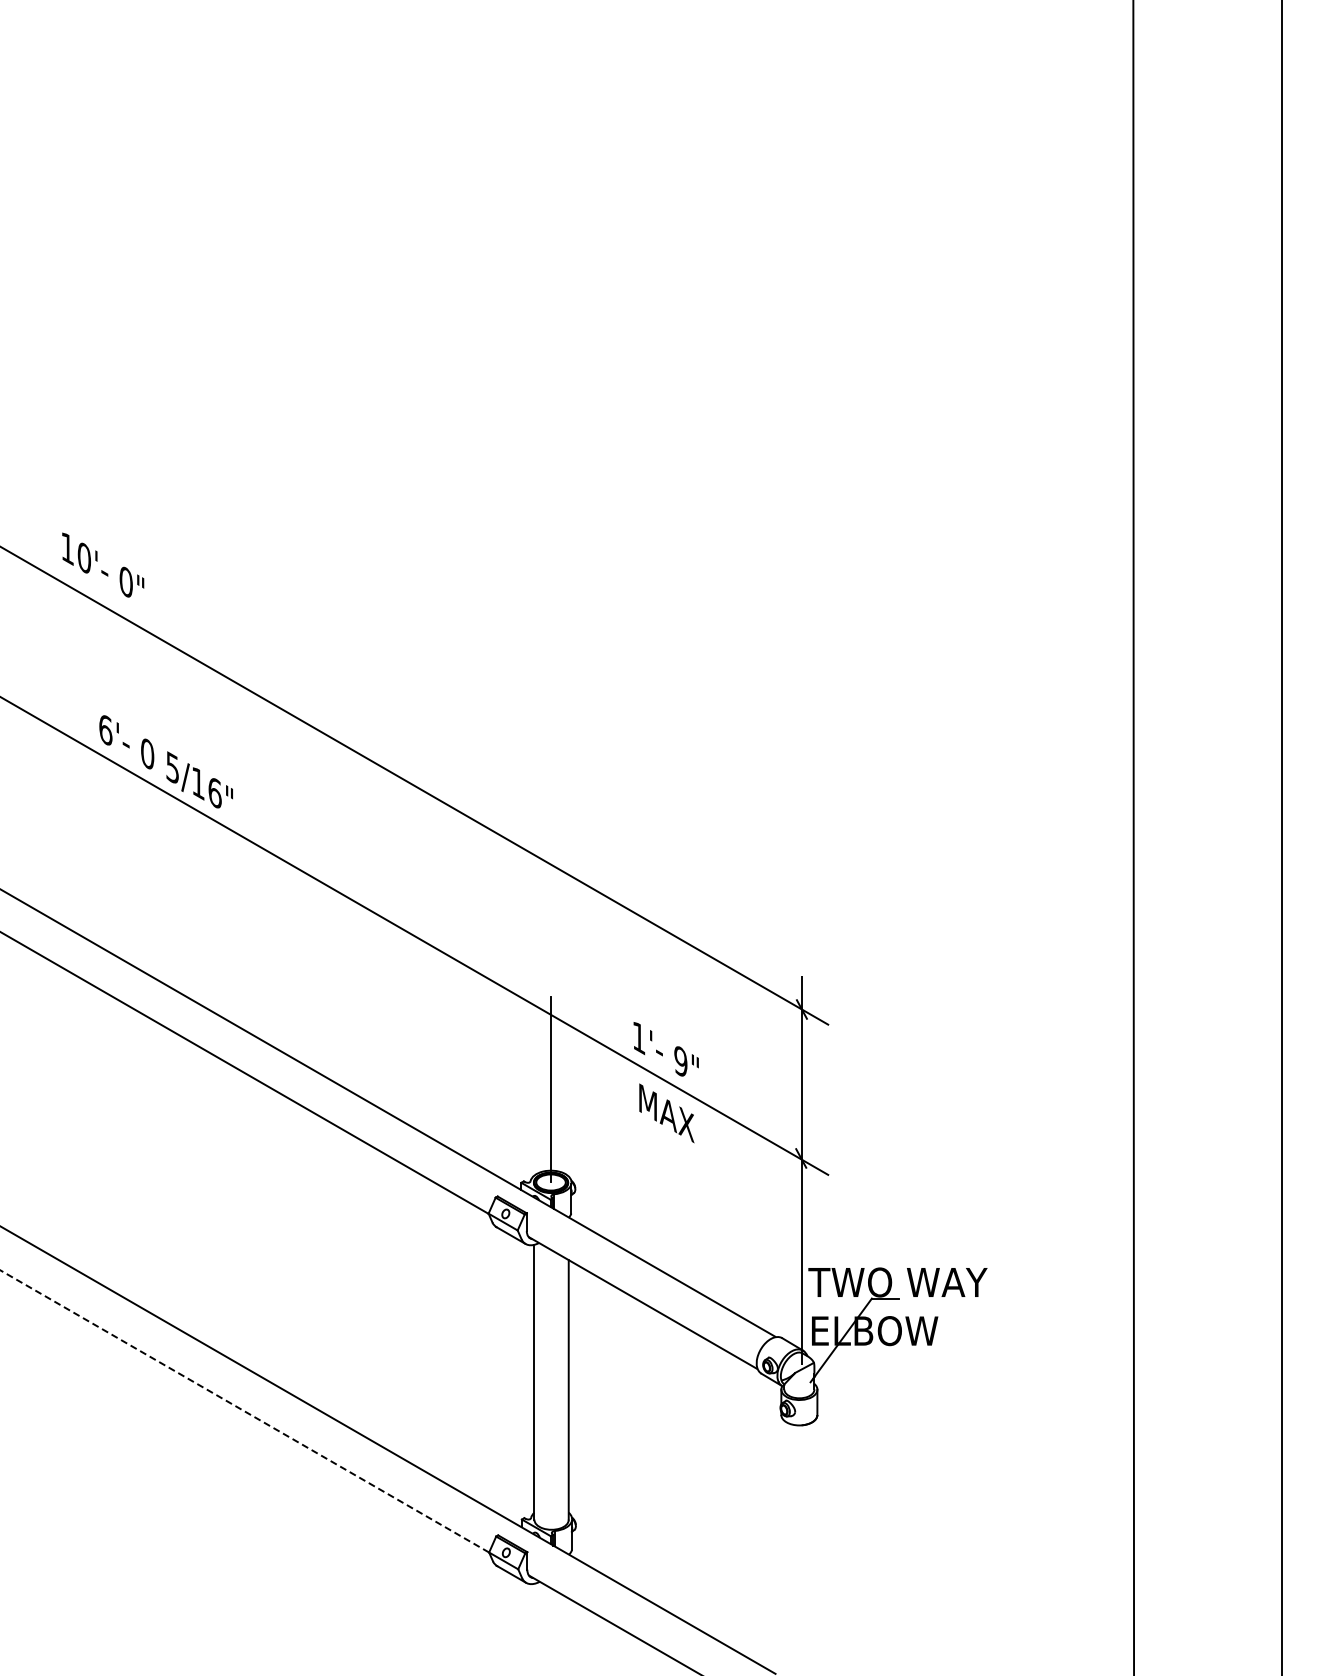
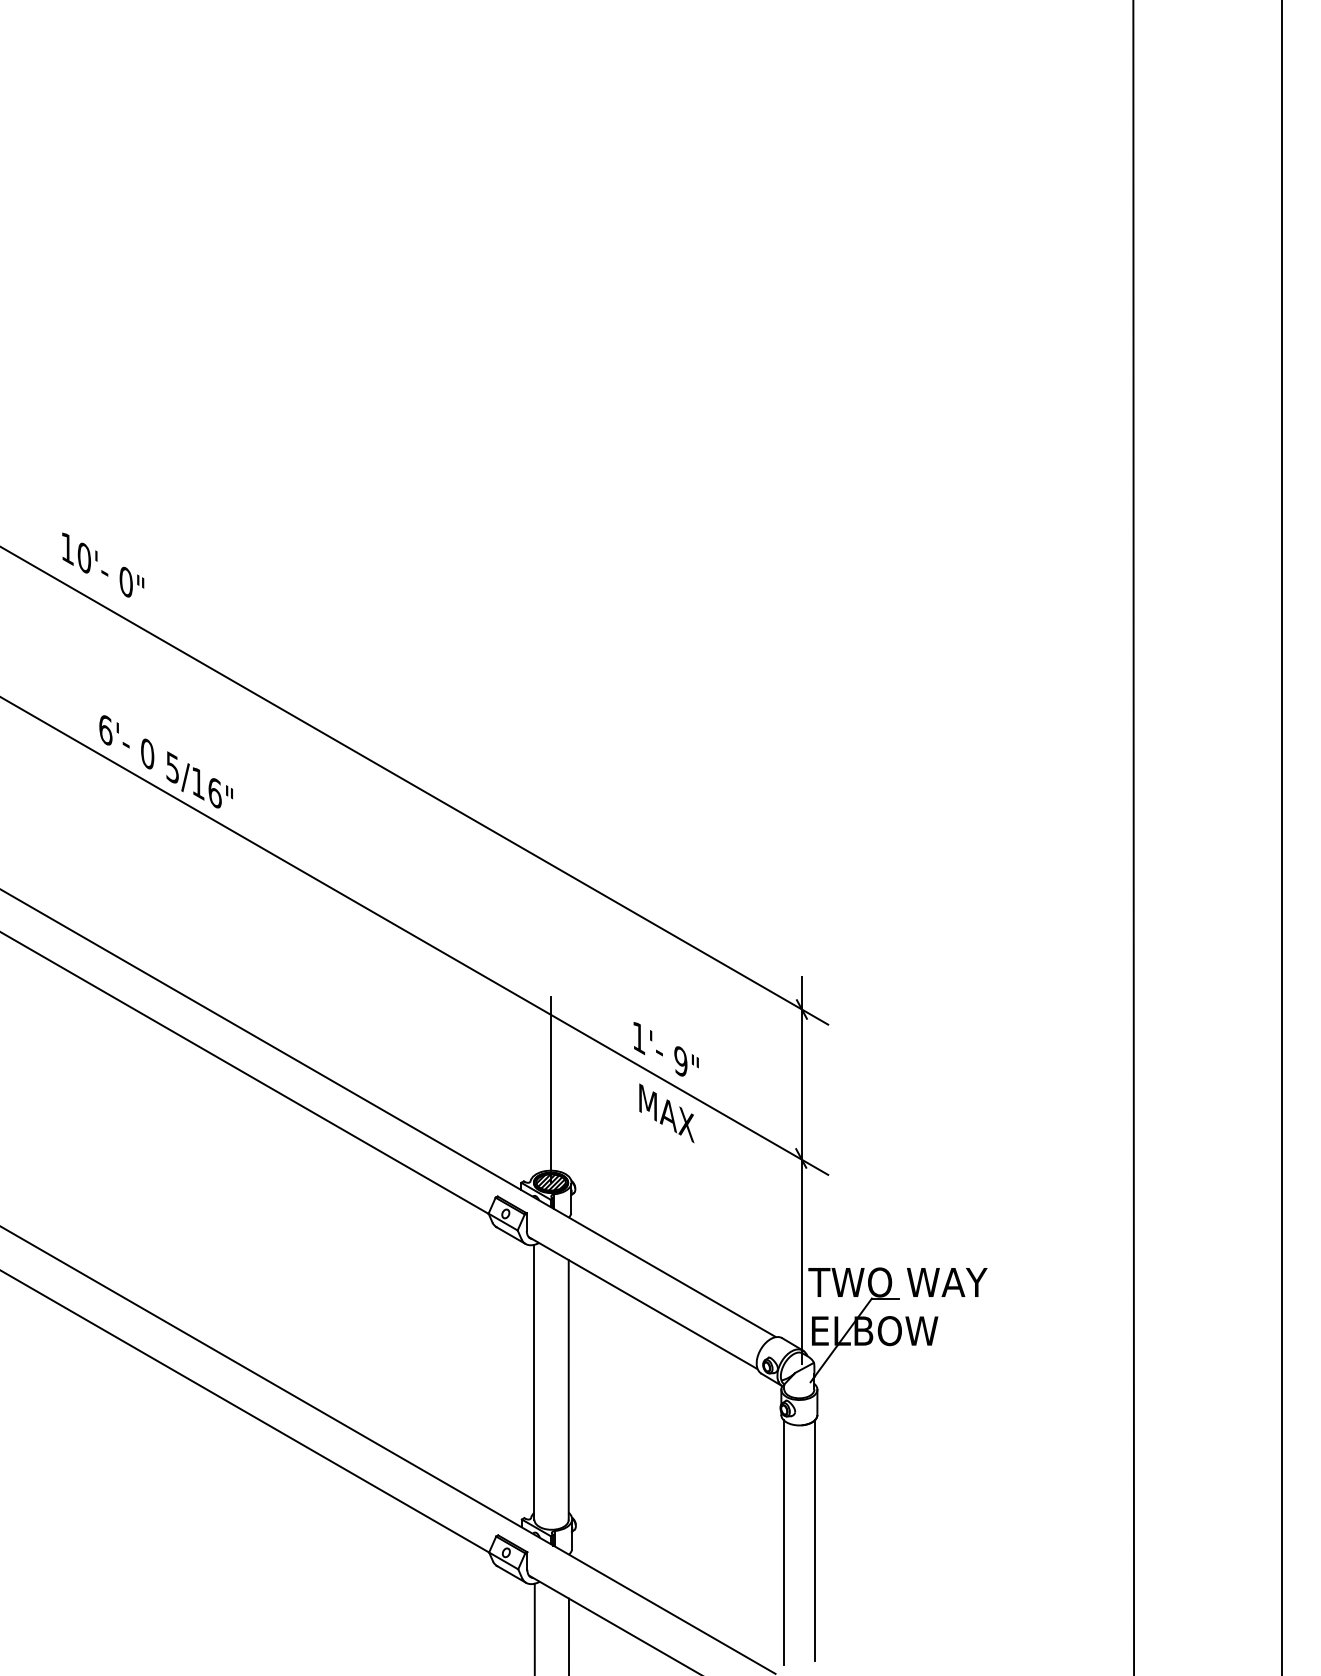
hatch at (550, 1182): none -> present
line at (244, 1411): dashed -> solid
line at (815, 1540): none -> present
line at (783, 1542): none -> present
line at (534, 1627): none -> present
line at (568, 1635): none -> present
